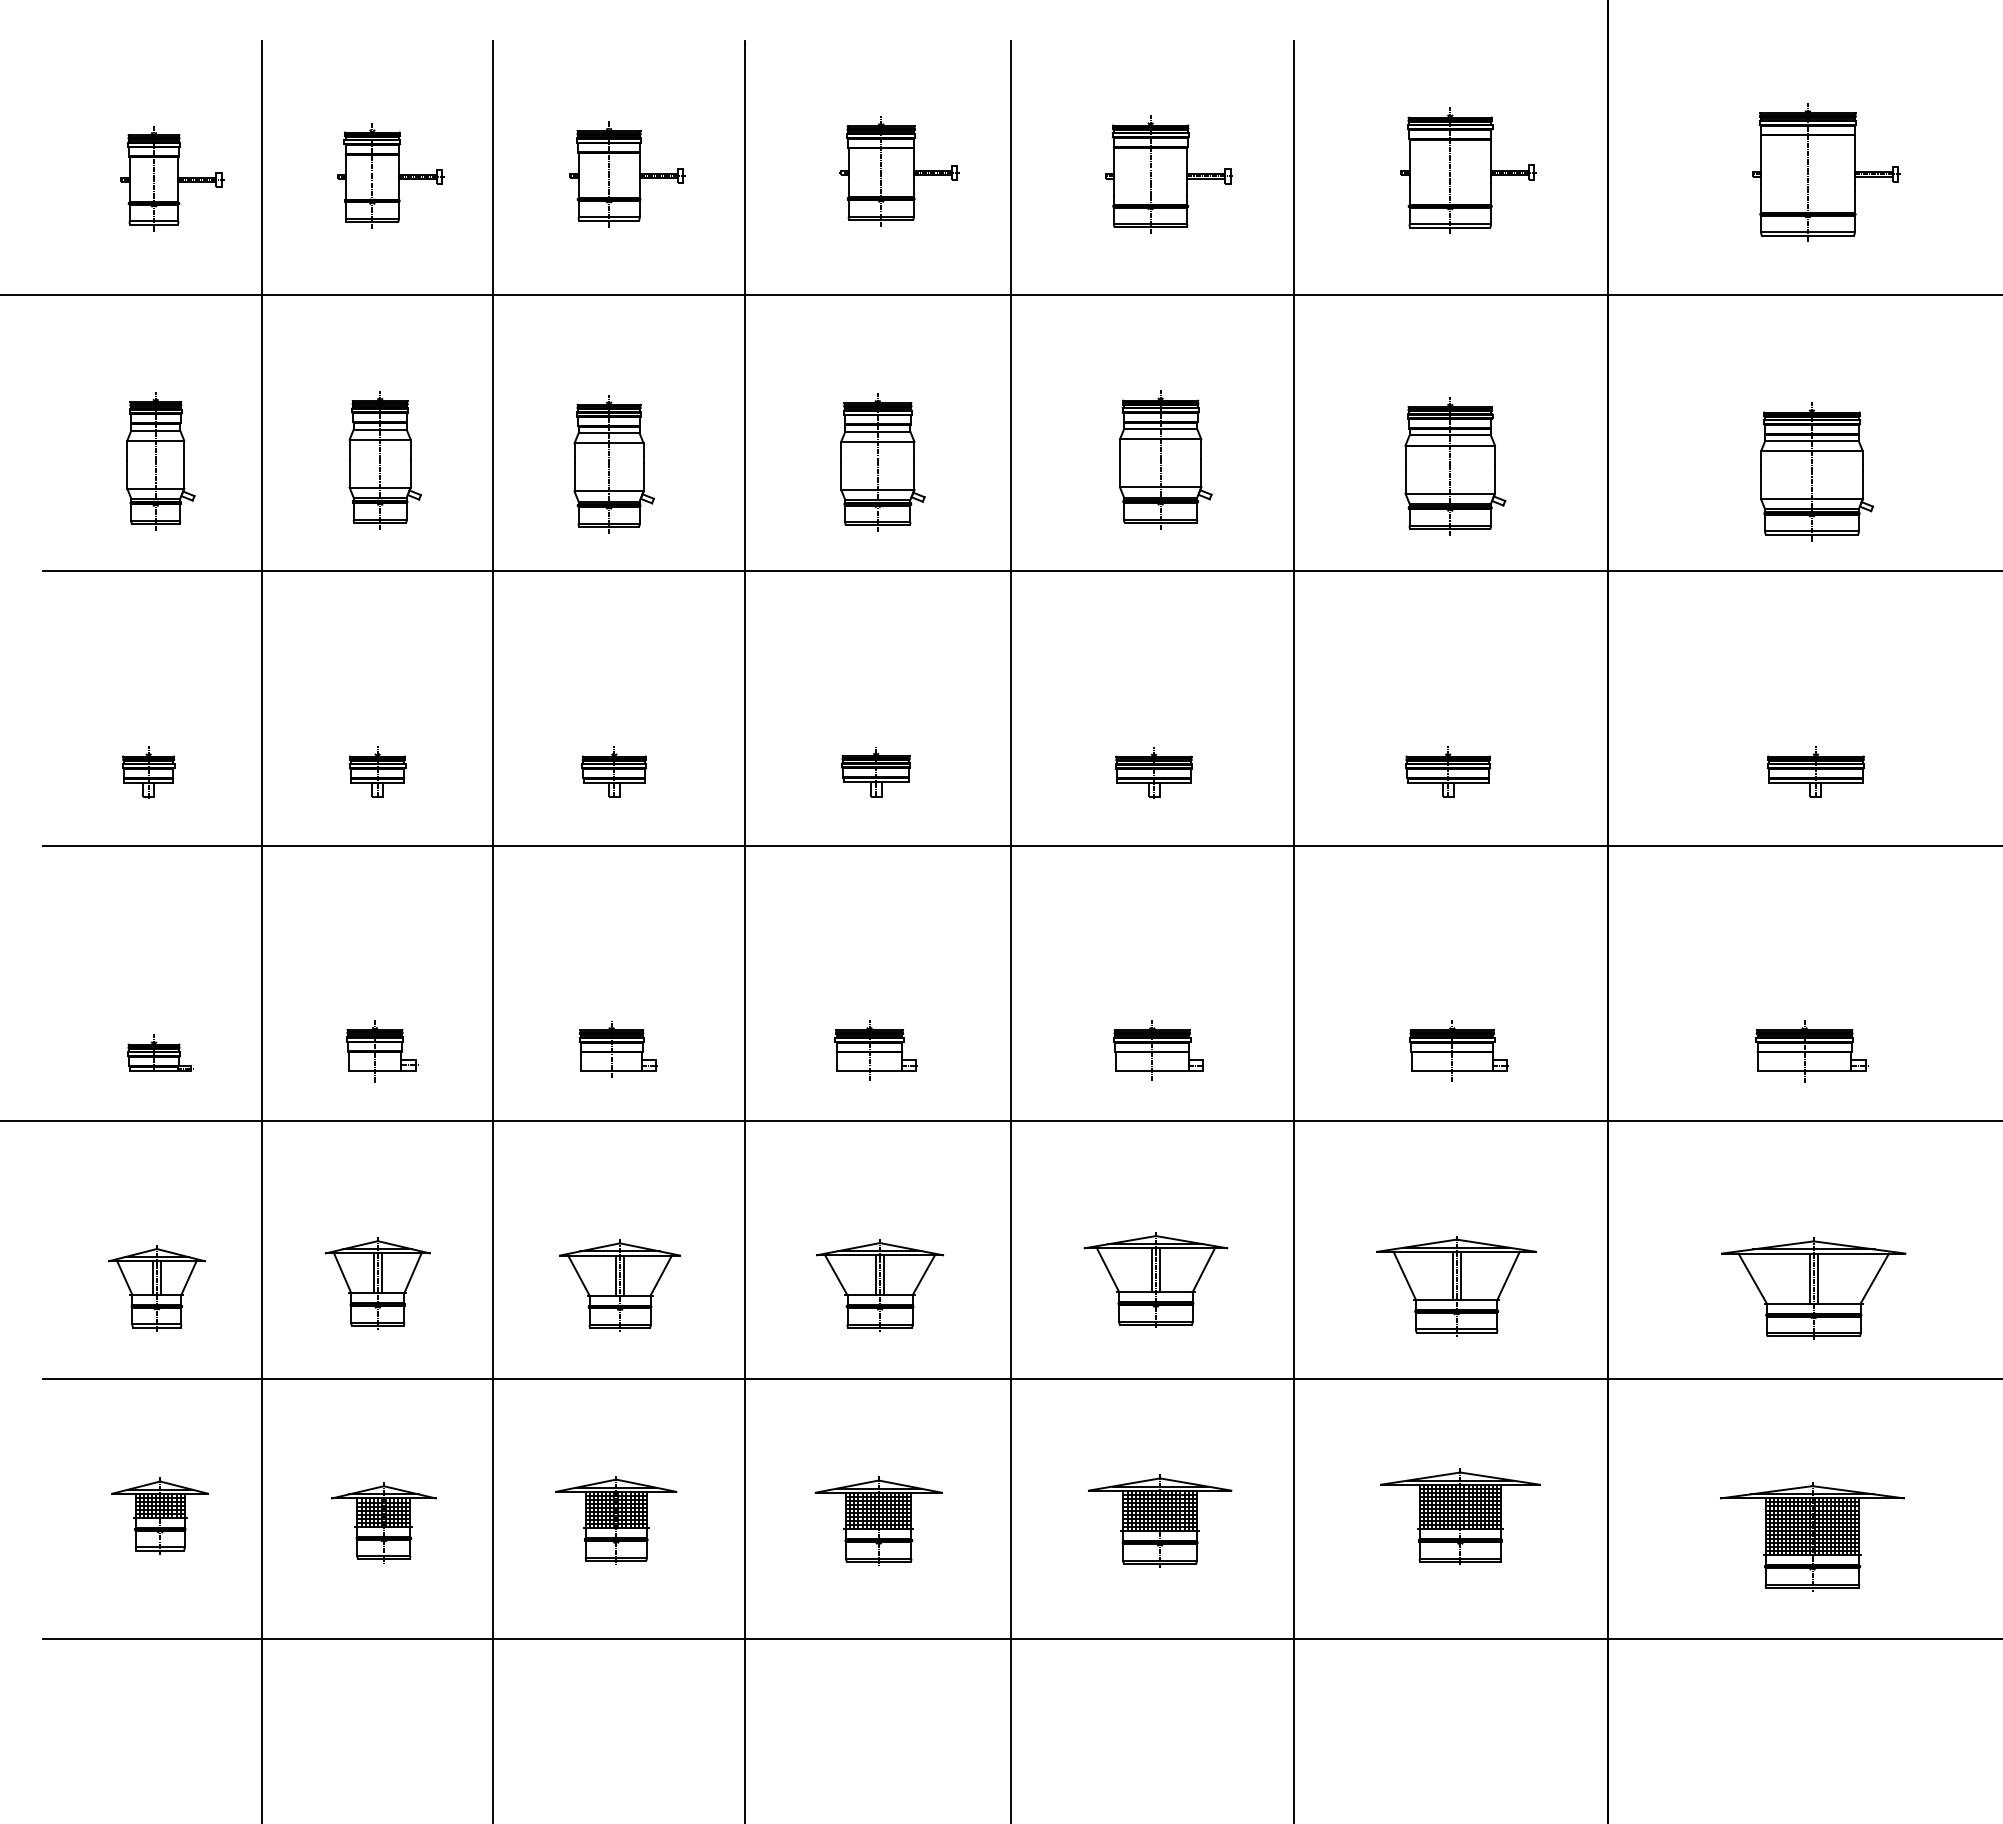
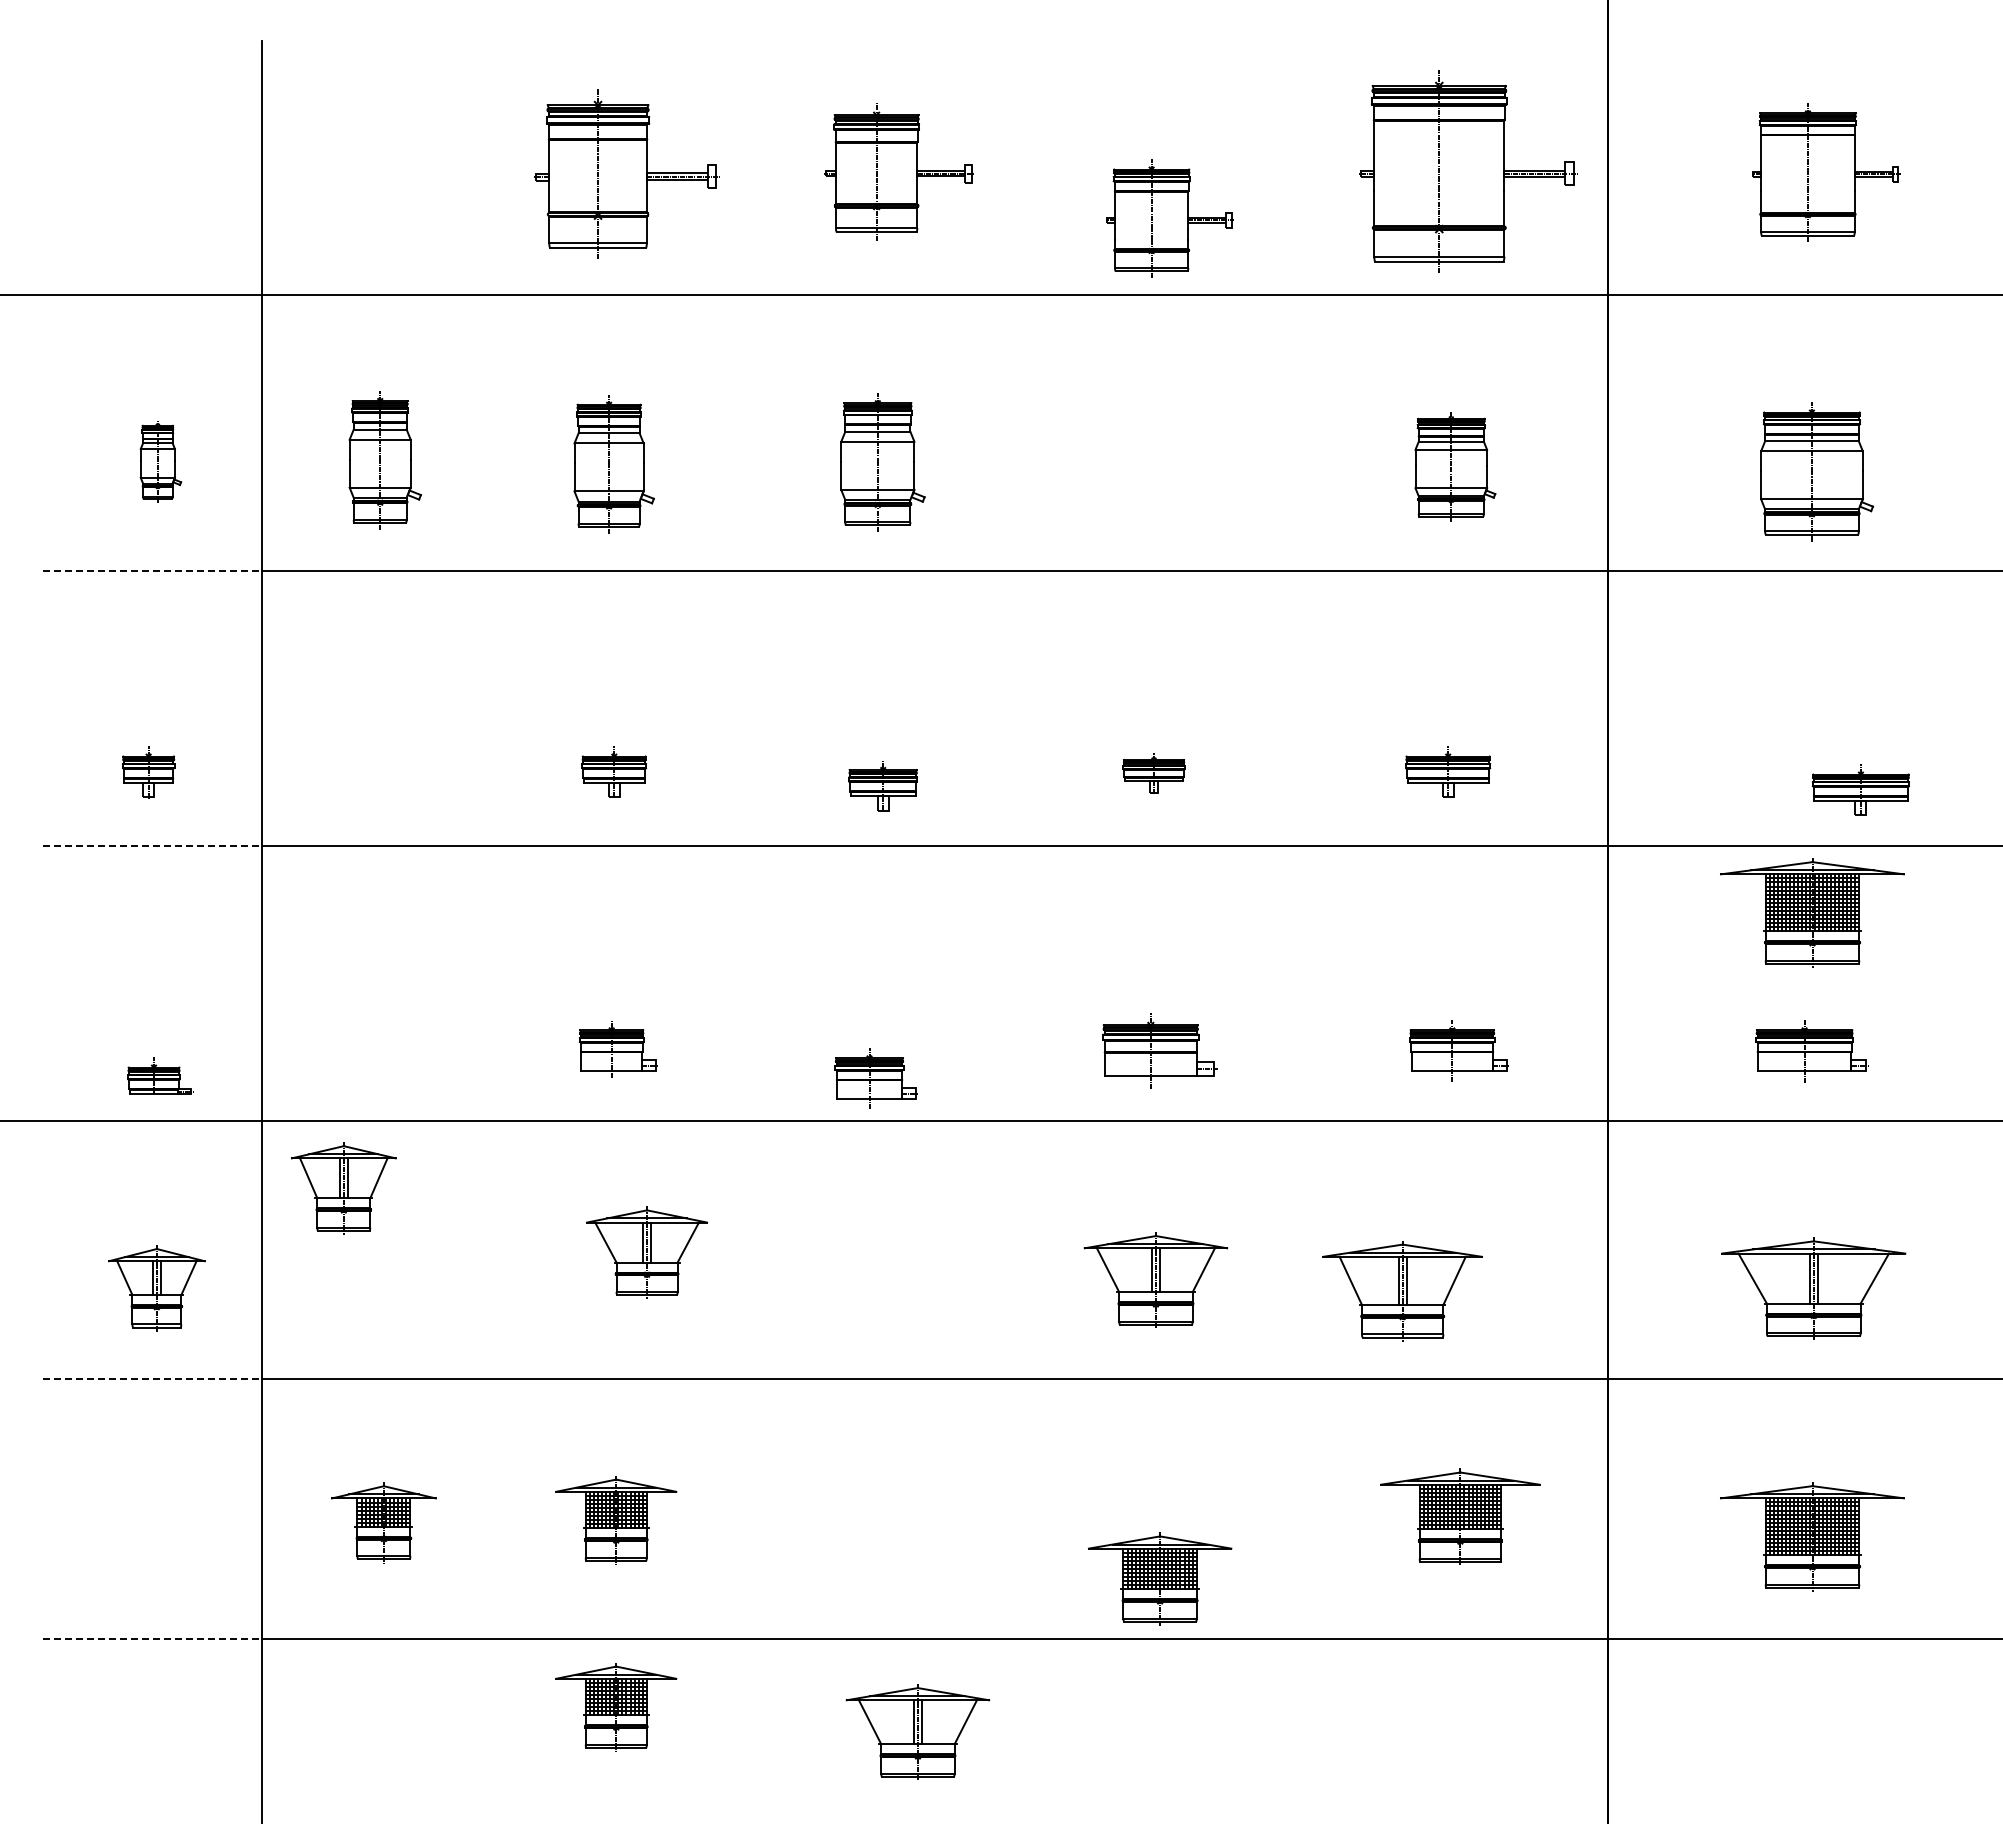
part at (1468, 170) size: 137x127 px -> 219x203 px
part at (899, 171) size: 121x111 px -> 150x138 px
part at (627, 174) size: 117x107 px -> 186x170 px
part at (1168, 174) position: (1168, 174) -> (1169, 218)
part at (390, 175): present -> none
part at (172, 178): present -> none
part at (1165, 459): present -> none
part at (160, 461) size: 70x139 px -> 44x82 px
part at (1455, 466) size: 103x139 px -> 83x110 px
line at (152, 570): solid -> dashed
part at (377, 771): present -> none
part at (1815, 771) position: (1815, 771) -> (1860, 789)
part at (875, 772) position: (875, 772) -> (882, 786)
part at (1153, 772) size: 78x52 px -> 64x41 px
line at (152, 845): solid -> dashed
part at (1812, 912): none -> present
line at (492, 930): present -> none
line at (745, 930): present -> none
line at (1010, 930): present -> none
line at (1293, 930): present -> none
part at (875, 1050) position: (875, 1050) -> (875, 1078)
part at (1158, 1050) size: 91x61 px -> 116x76 px
part at (382, 1051): present -> none
part at (160, 1052) position: (160, 1052) -> (160, 1075)
part at (377, 1283) position: (377, 1283) -> (343, 1188)
part at (619, 1285) position: (619, 1285) -> (646, 1252)
part at (879, 1285): present -> none
part at (1456, 1286) position: (1456, 1286) -> (1402, 1291)
line at (152, 1378): solid -> dashed
part at (160, 1515): present -> none
part at (878, 1520): present -> none
part at (1160, 1520) position: (1160, 1520) -> (1160, 1578)
line at (152, 1638): solid -> dashed
part at (616, 1707): none -> present
part at (917, 1731): none -> present
